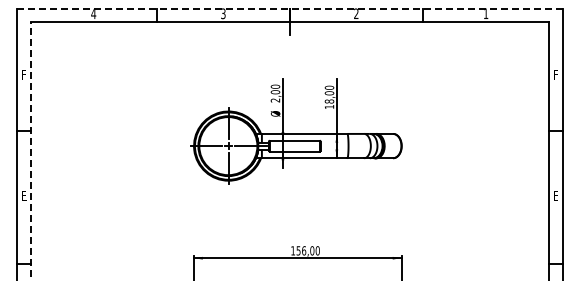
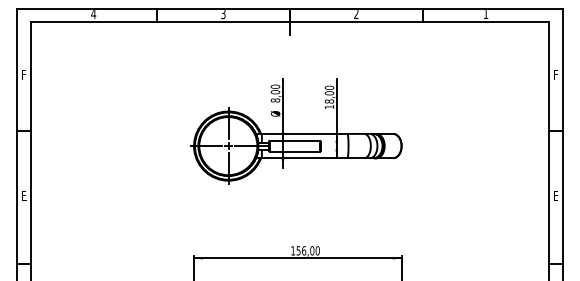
line at (290, 8): dashed -> solid
text at (275, 100): 2,00 -> 8,00
line at (30, 151): dashed -> solid
